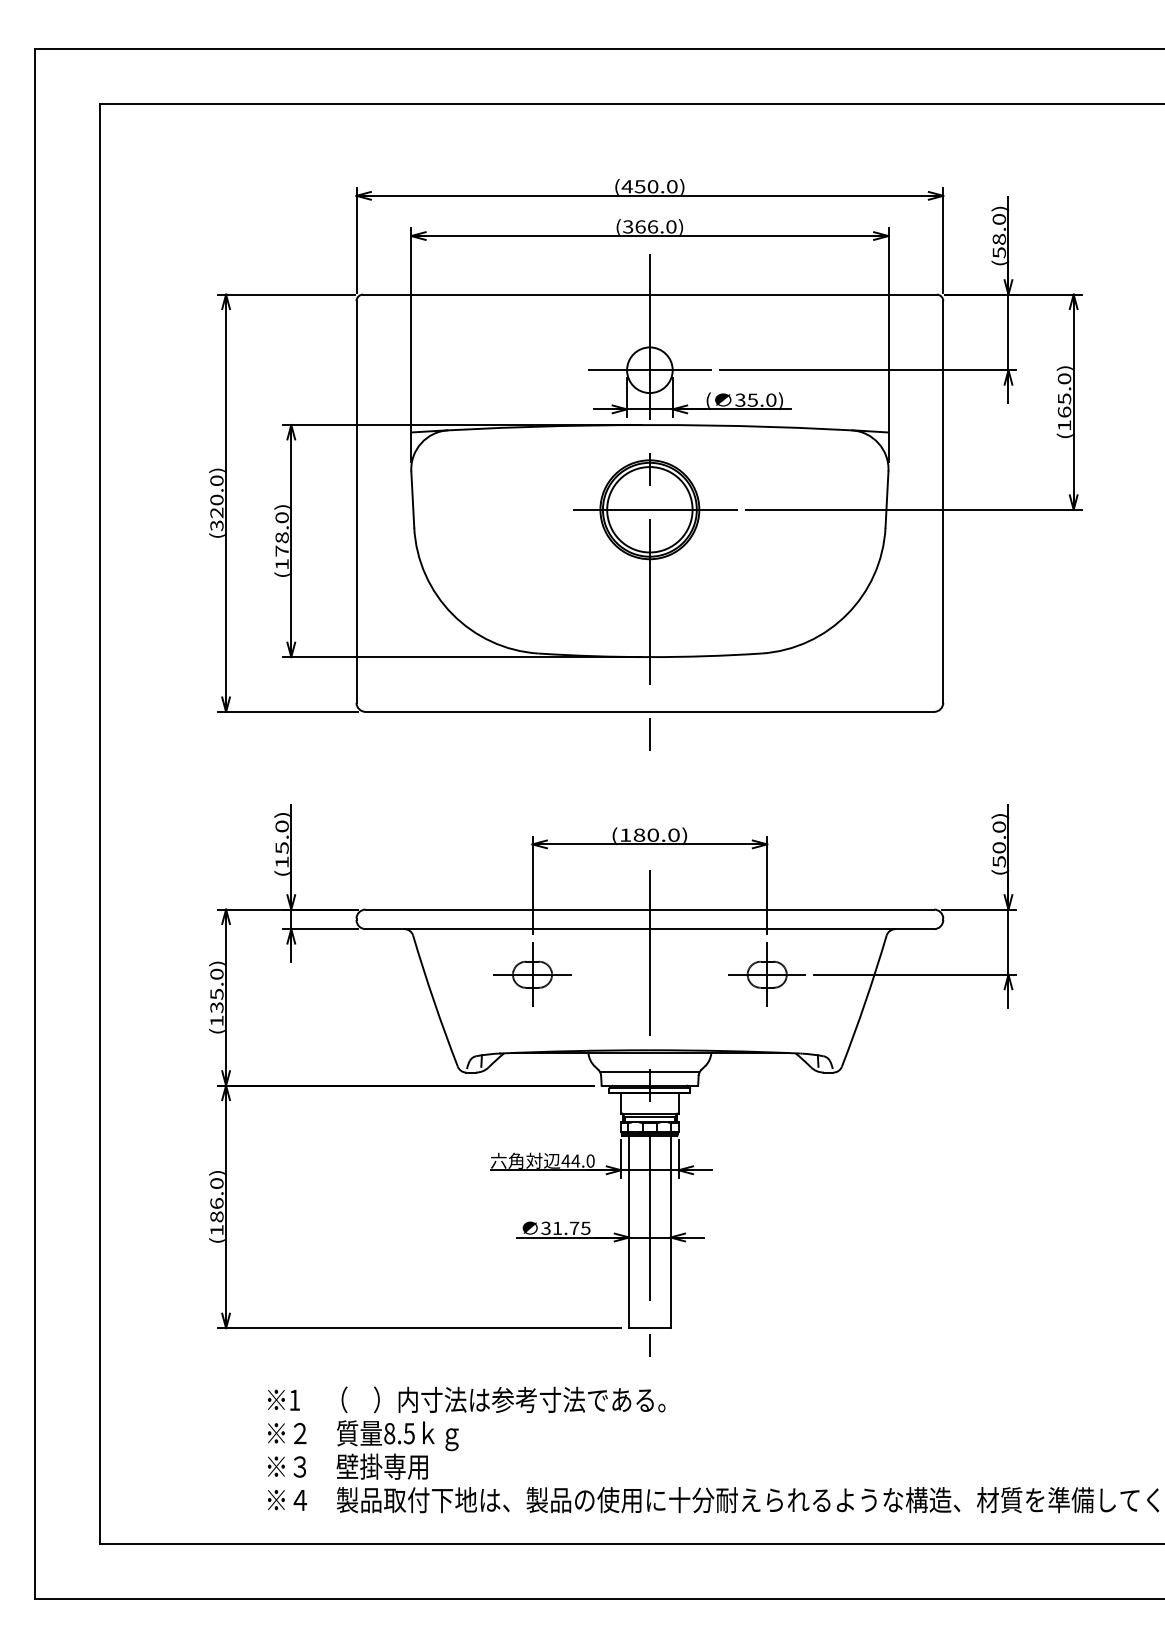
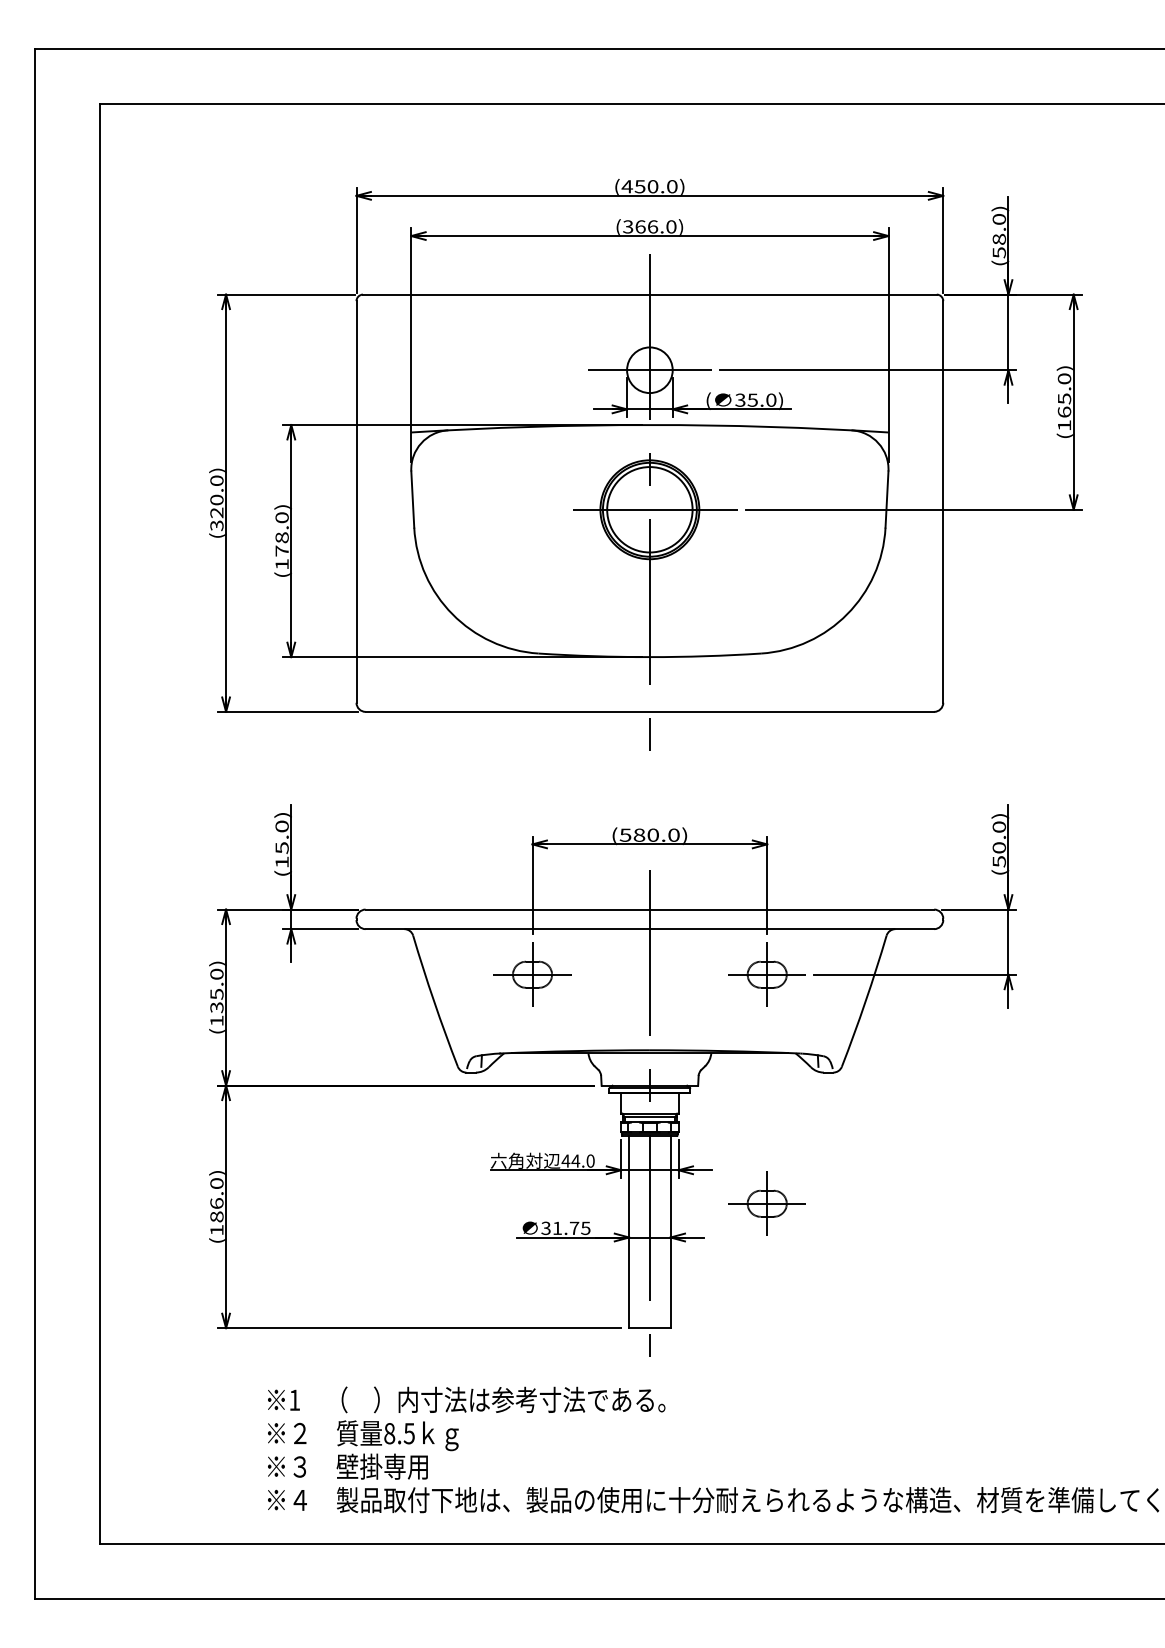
text at (625, 834): (180.0) -> (580.0)
line at (649, 1072): present -> none
part at (766, 1203): none -> present
